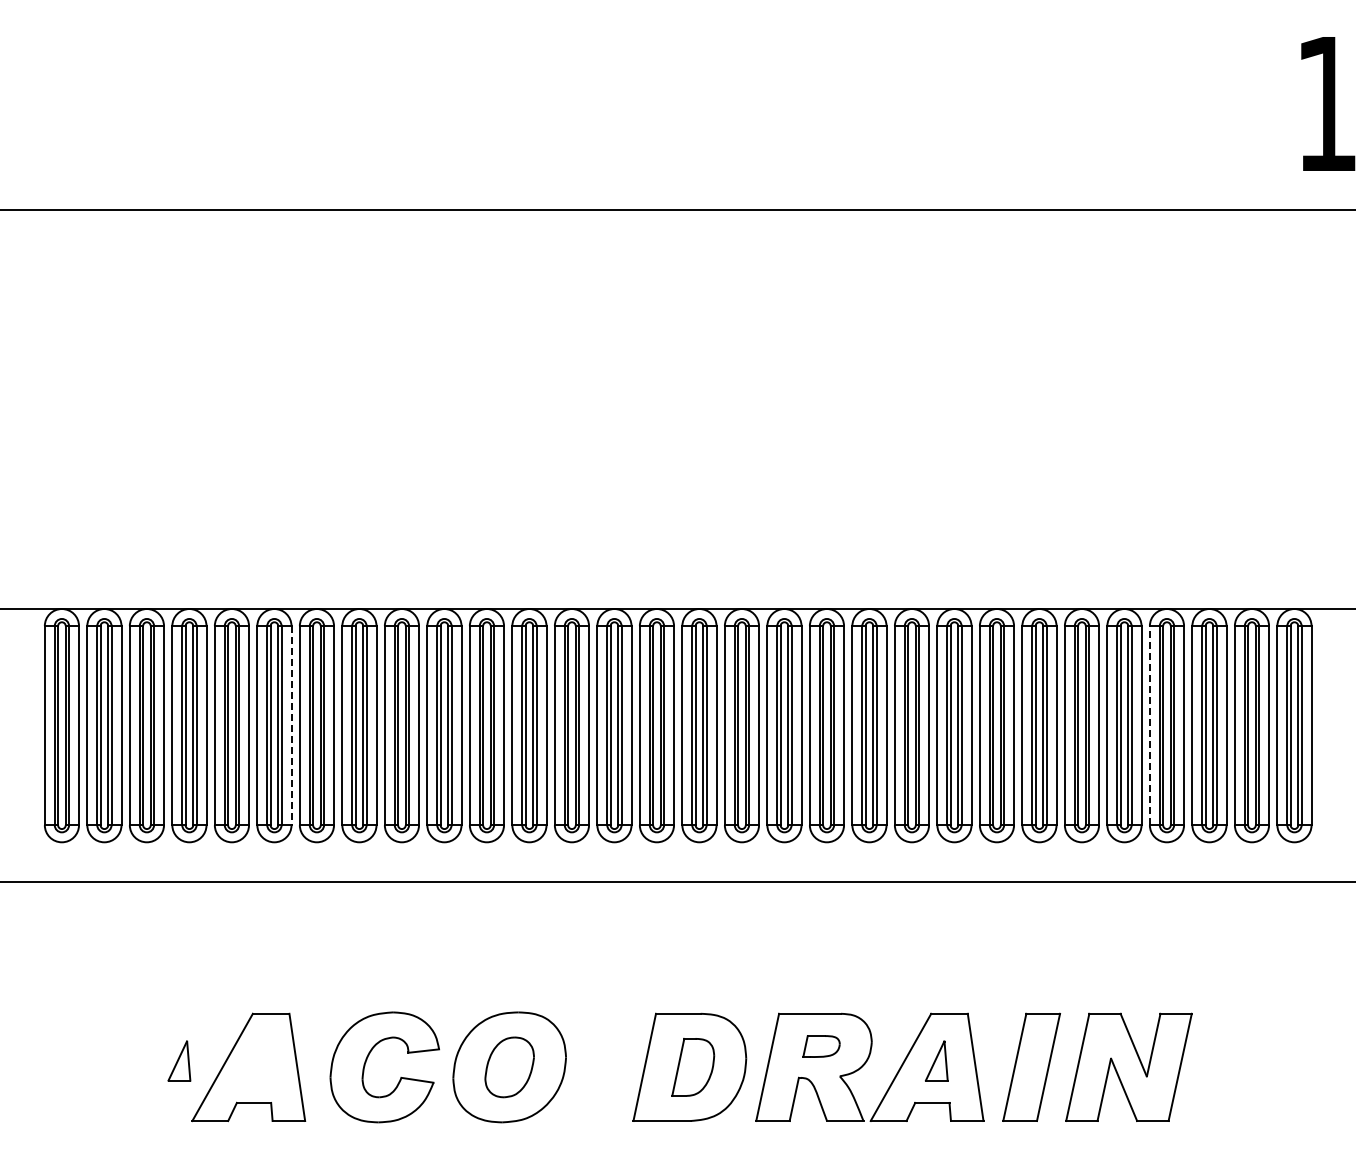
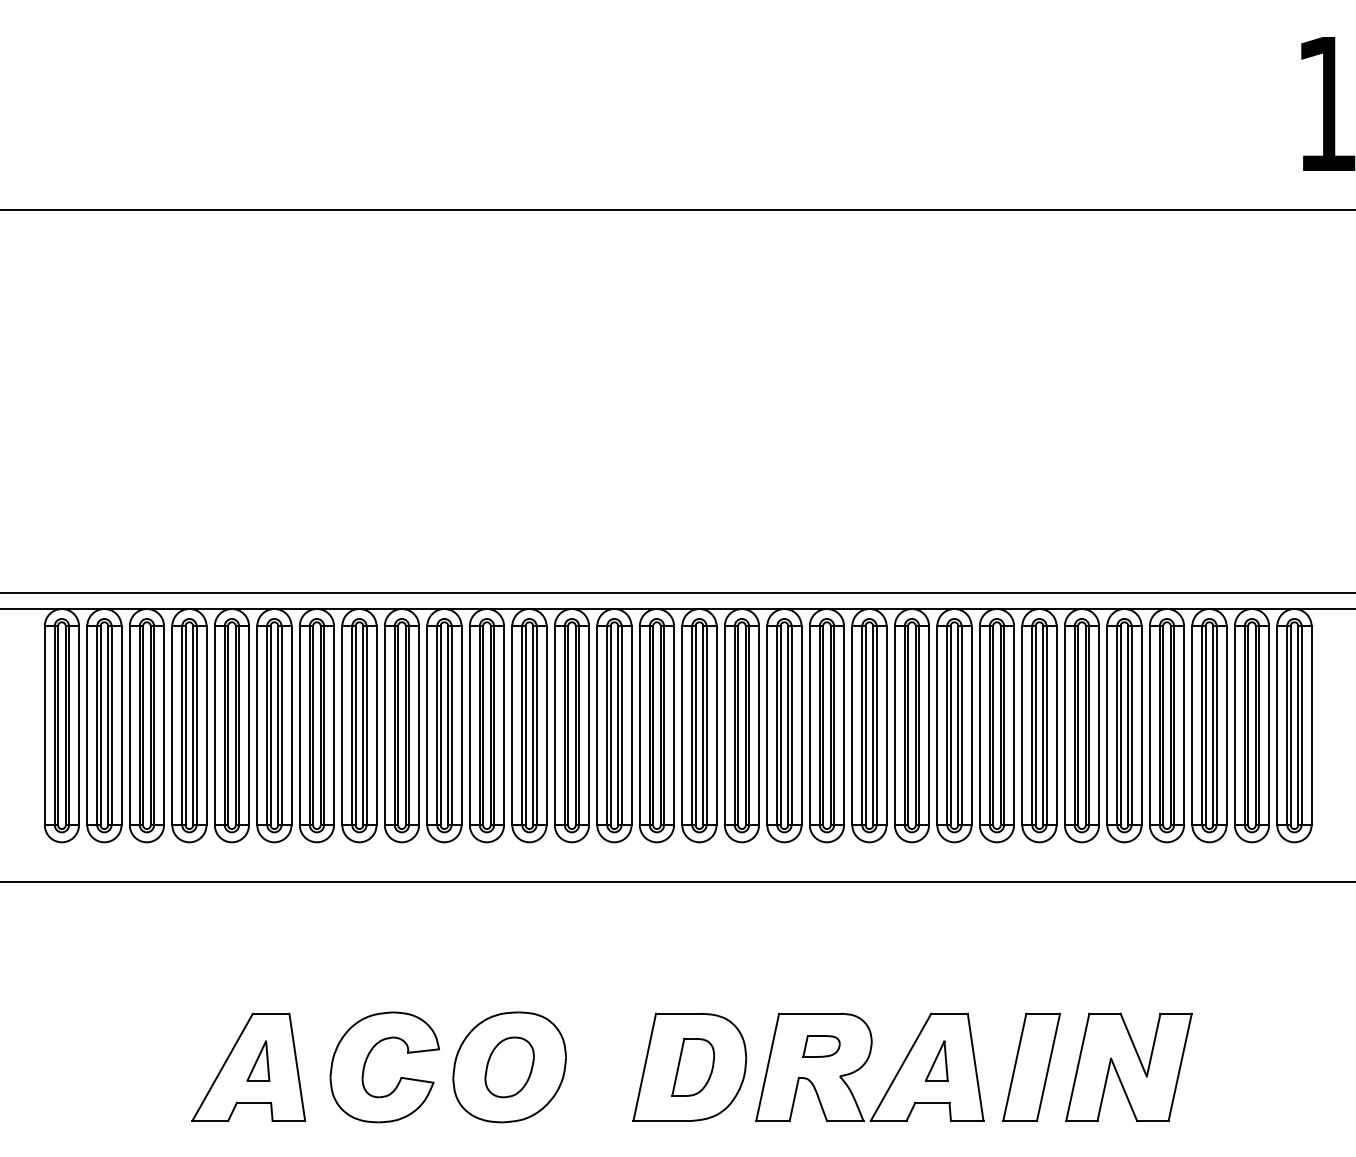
line at (677, 592): none -> present
line at (291, 725): dashed -> solid
line at (1149, 725): dashed -> solid
part at (179, 1060) position: (179, 1060) -> (258, 1060)
